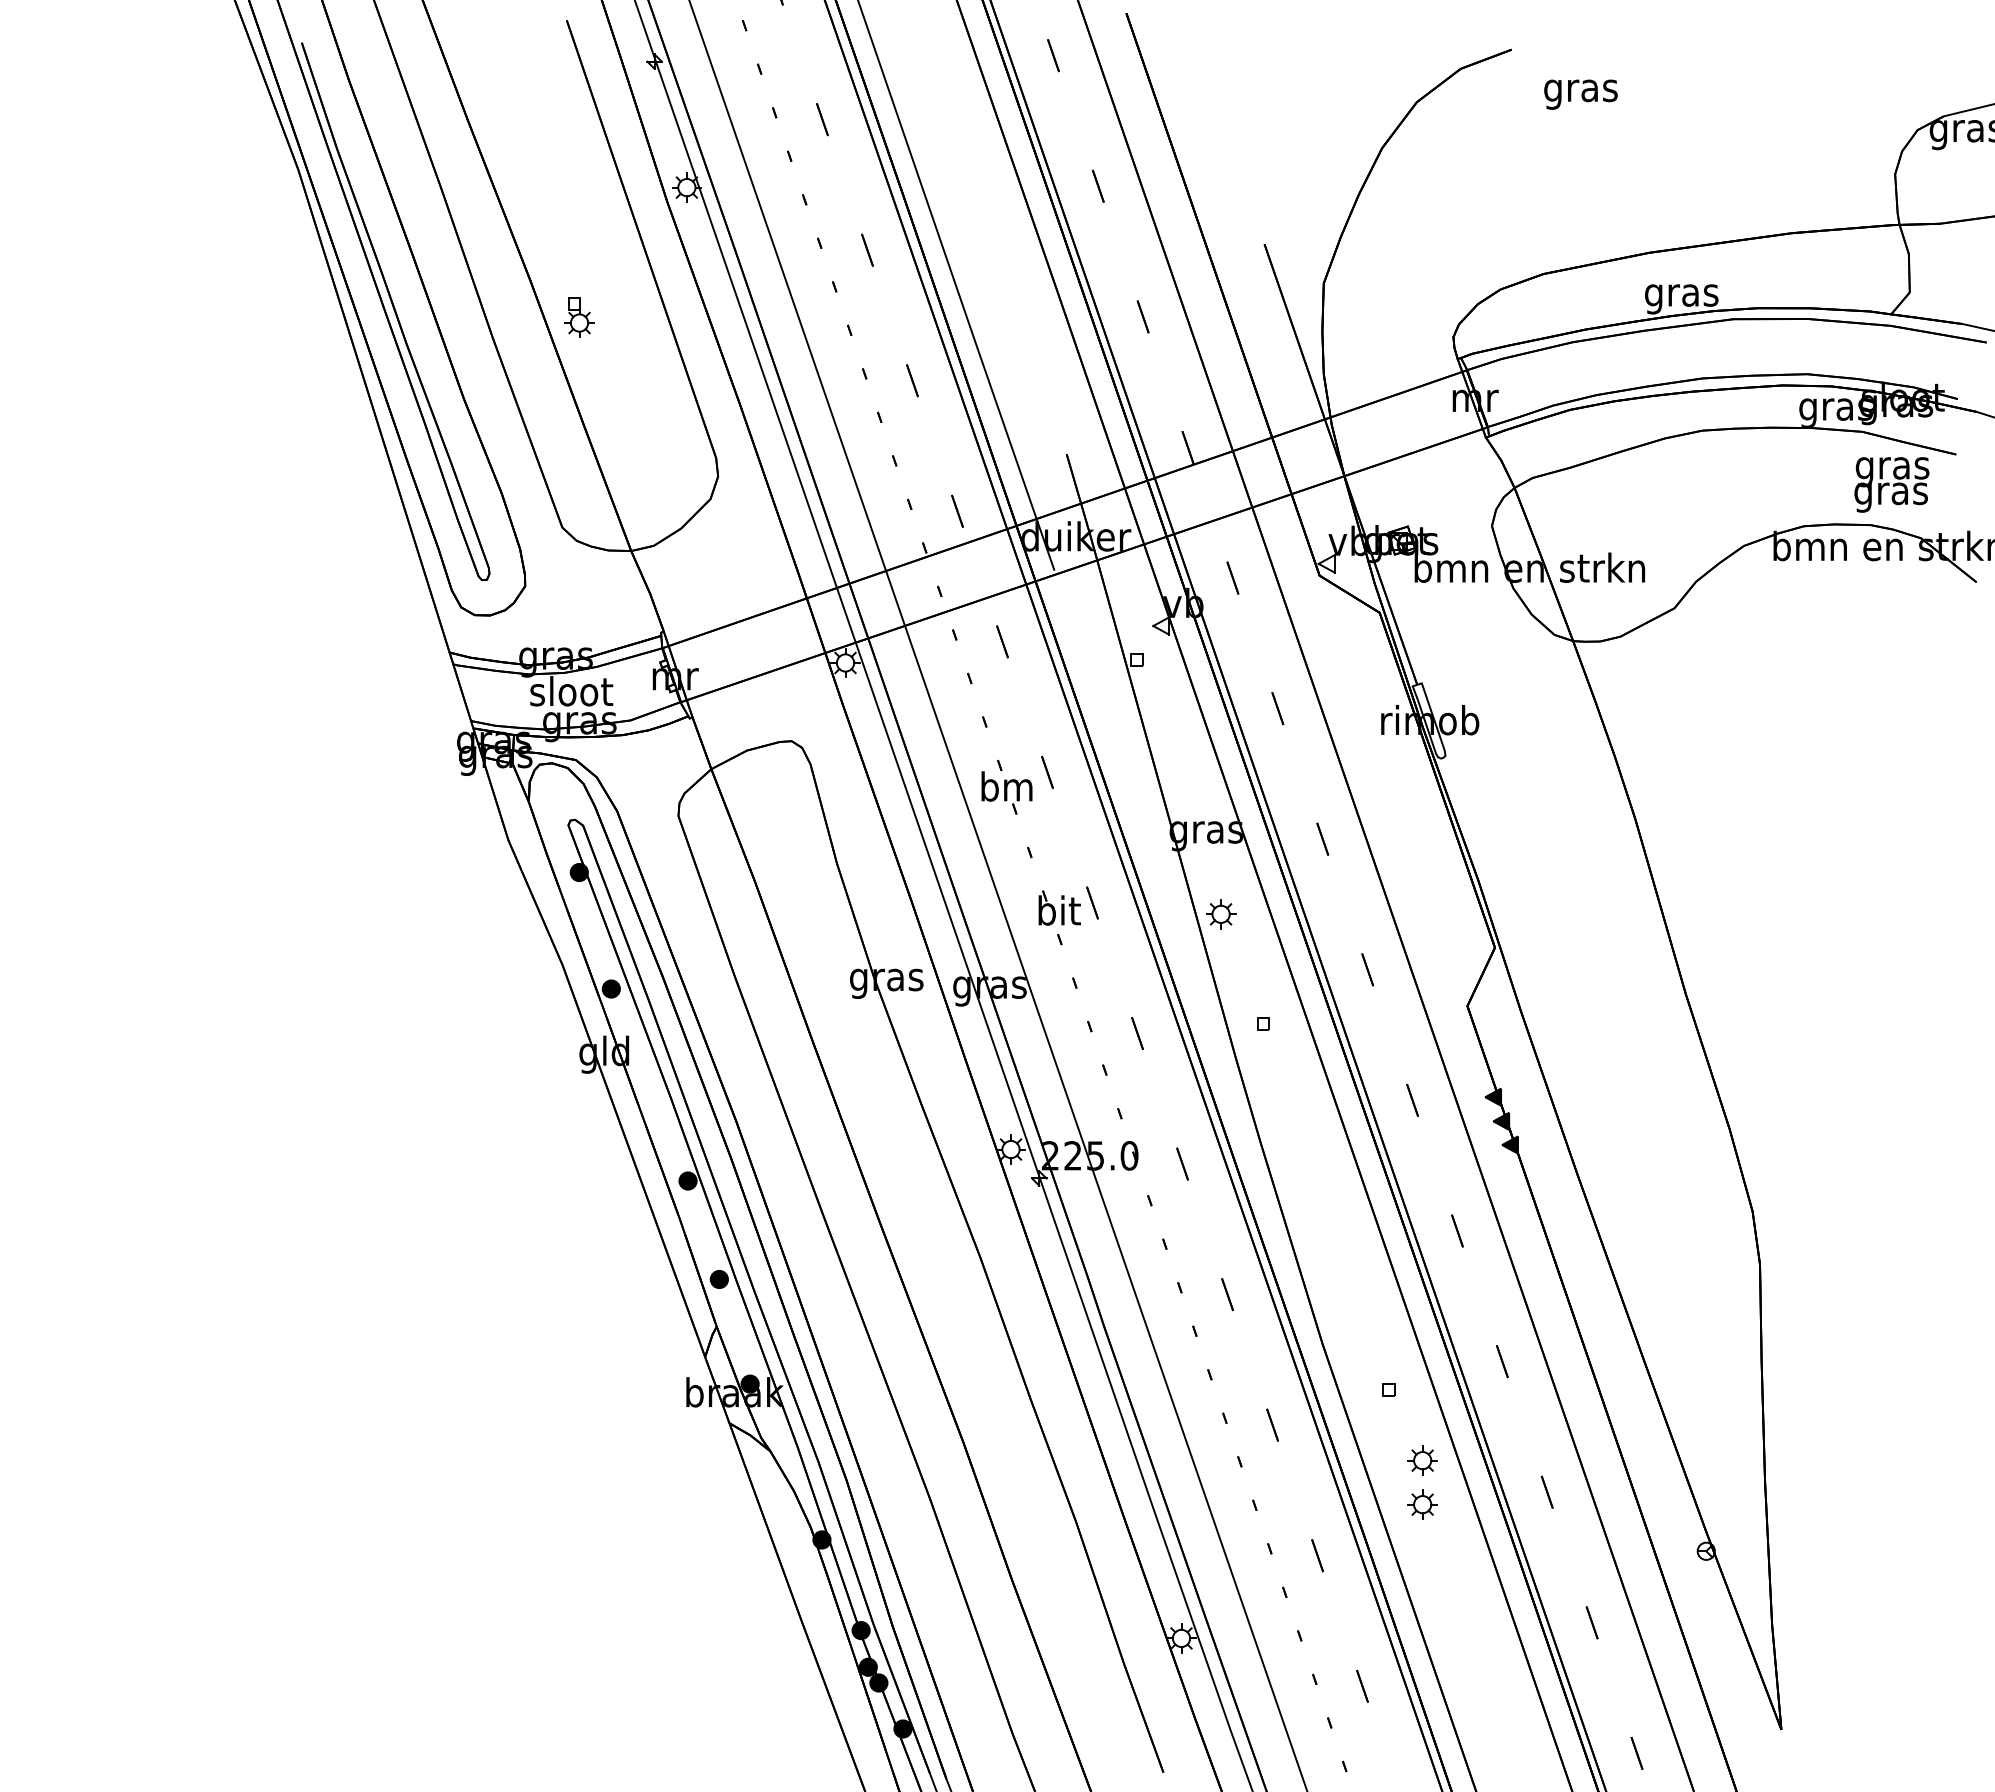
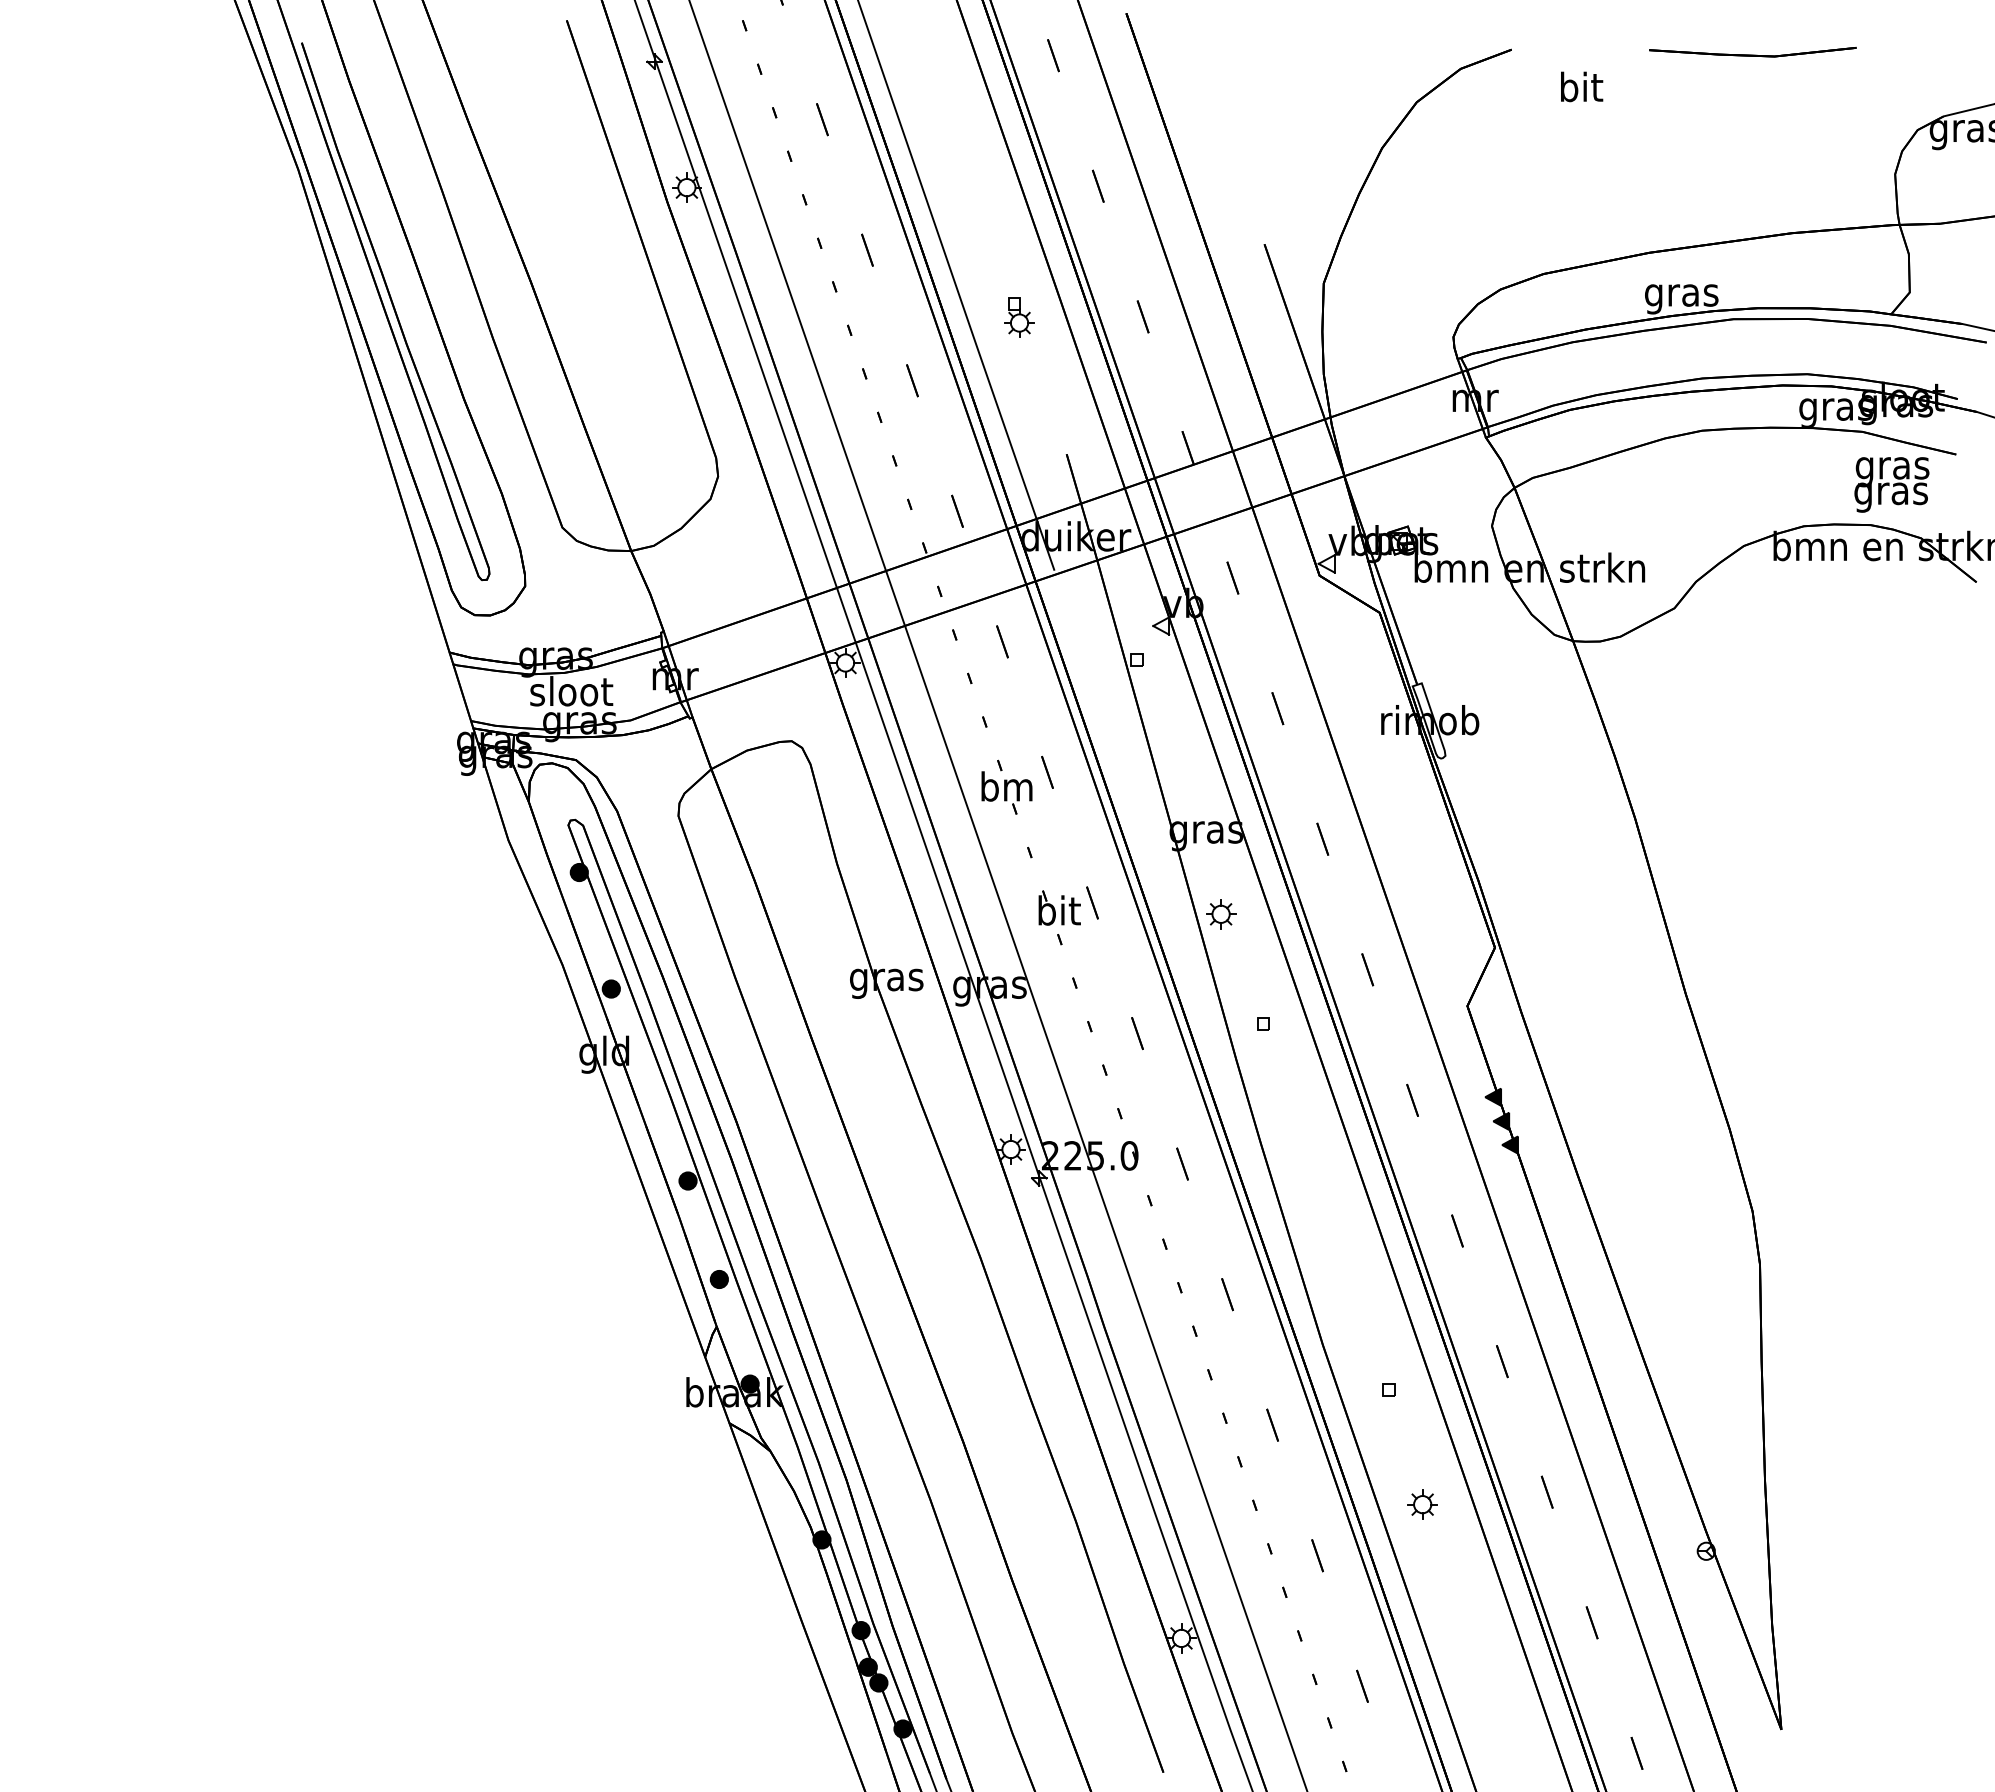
part at (1752, 52): none -> present
text at (1580, 90): gras -> bit
part at (579, 317) position: (579, 317) -> (1019, 317)
part at (1422, 1460): present -> none
